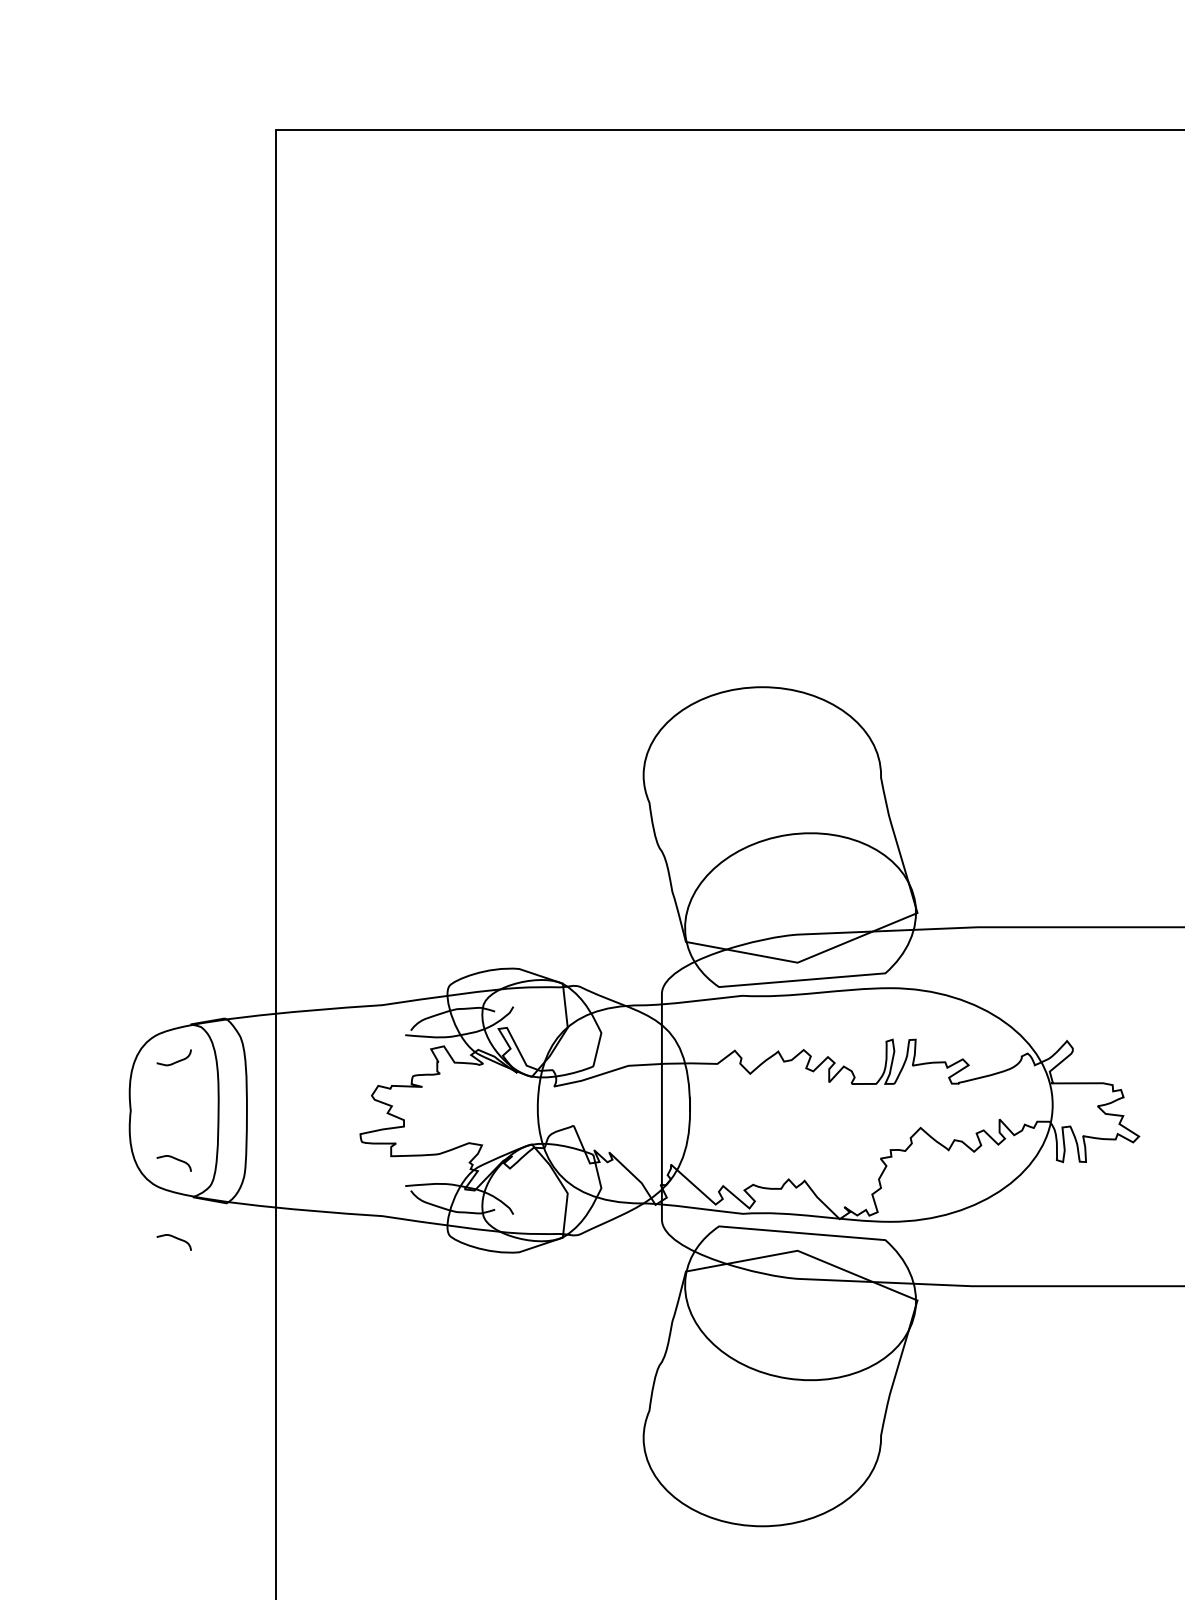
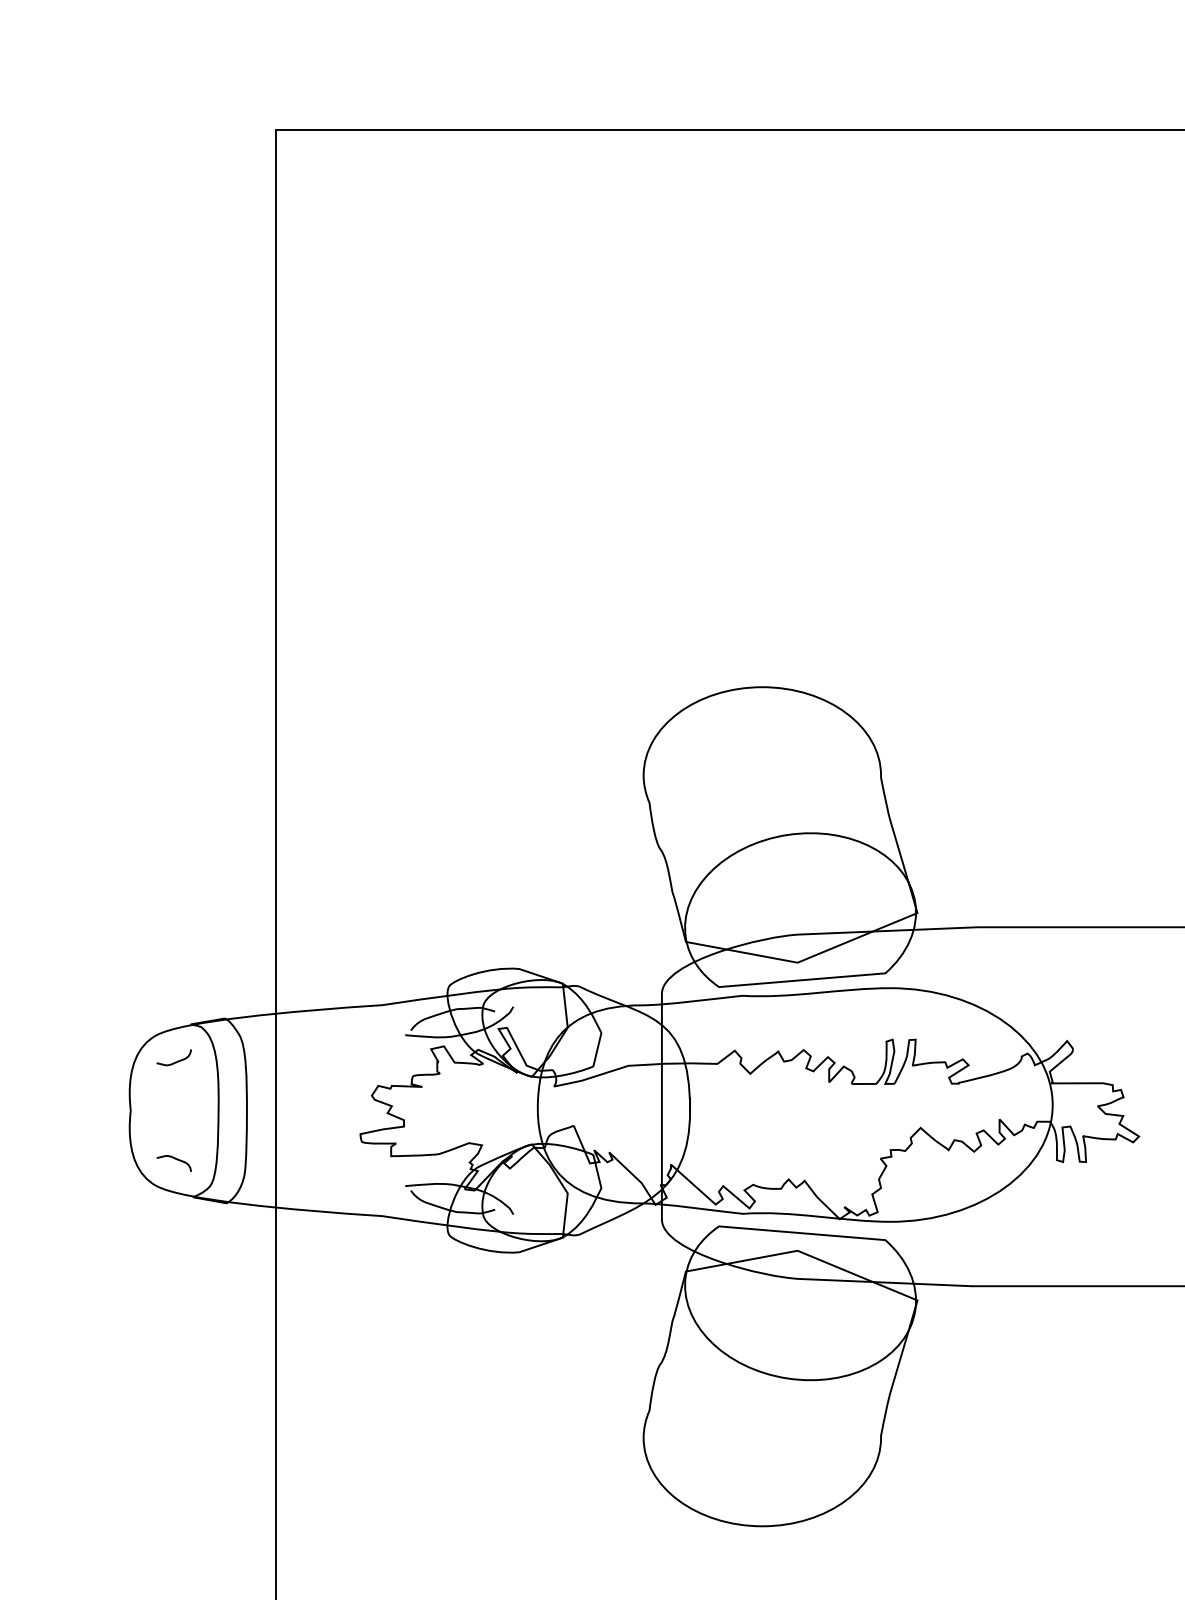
curve at (174, 1238): present -> none
